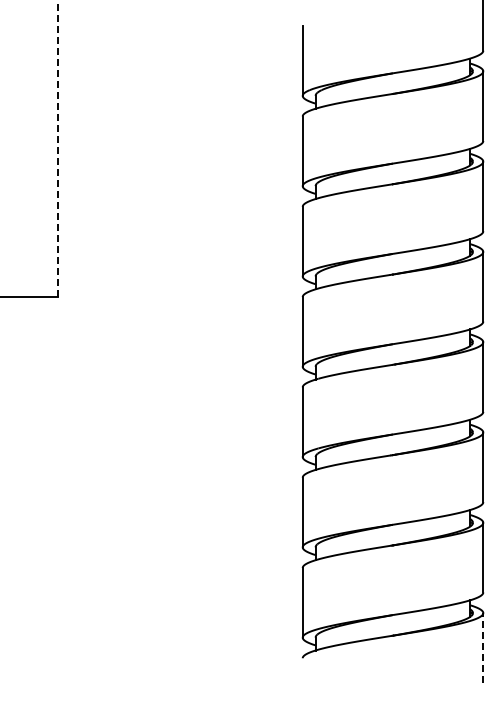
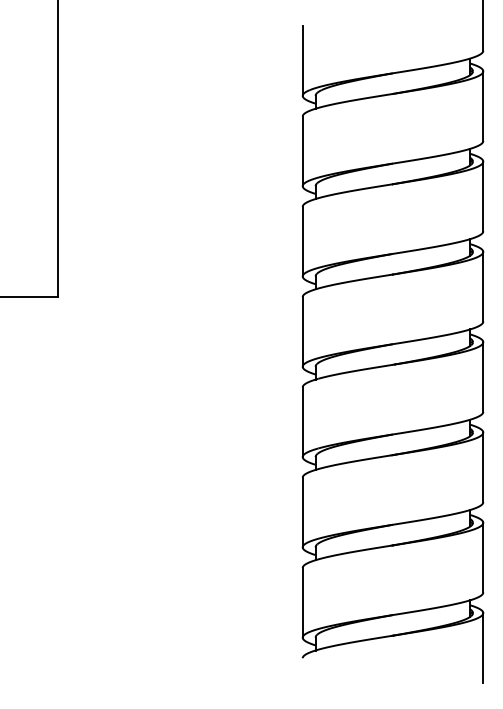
line at (57, 149): dashed -> solid
line at (483, 647): dashed -> solid
